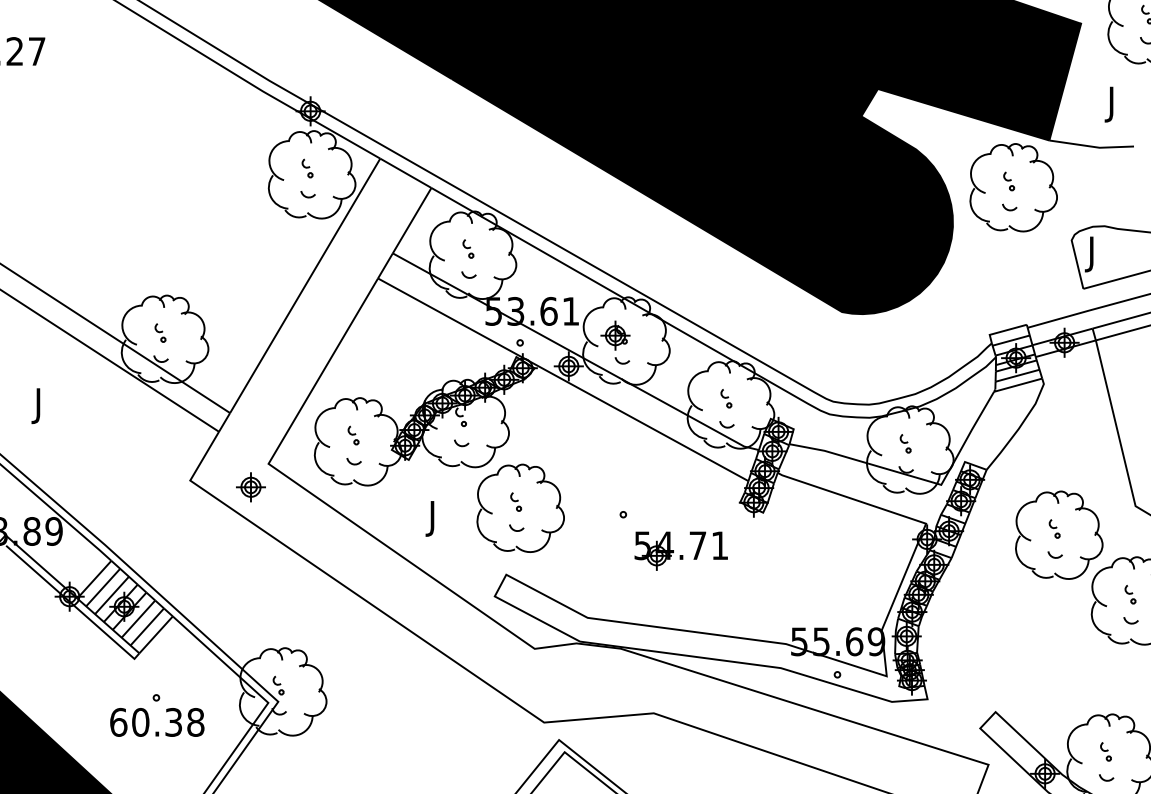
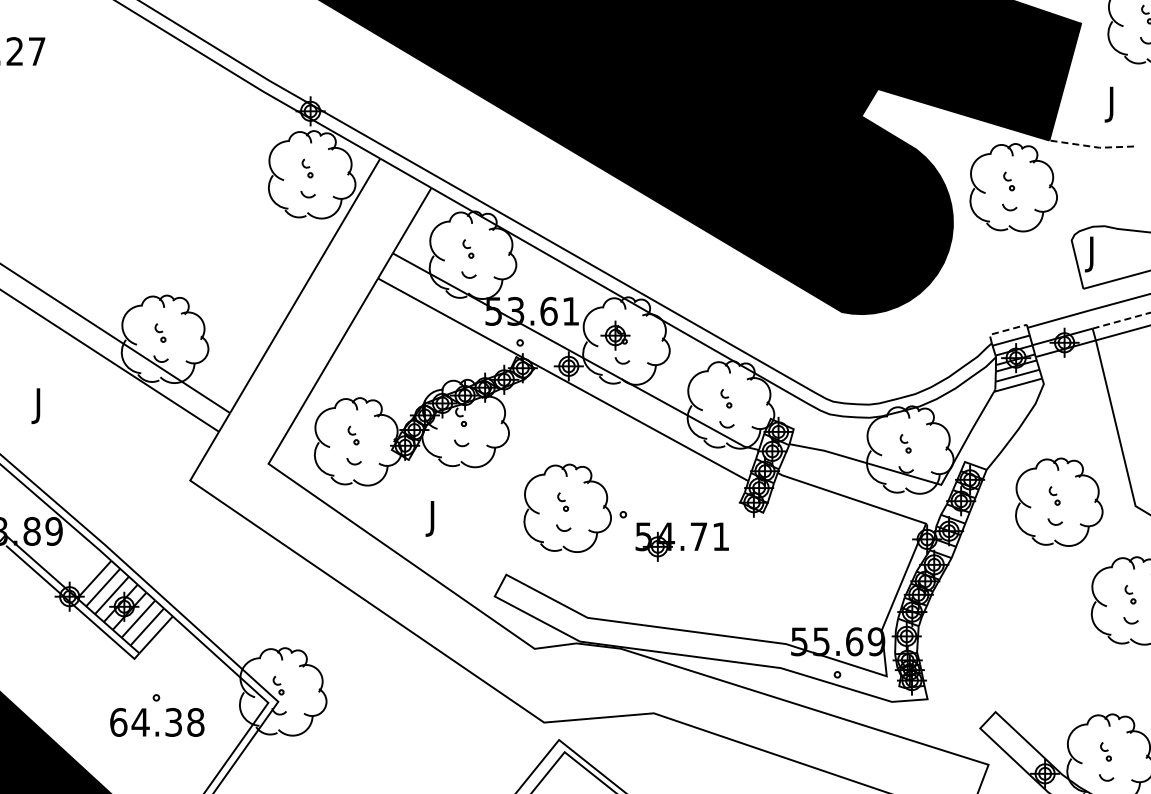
line at (1091, 146): solid -> dashed
line at (1121, 320): solid -> dashed
line at (1004, 331): solid -> dashed
part at (250, 487): present -> none
part at (520, 507) position: (520, 507) -> (567, 507)
part at (1059, 534) position: (1059, 534) -> (1059, 501)
part at (680, 550) position: (680, 550) -> (681, 541)
text at (140, 722): 60.38 -> 64.38
